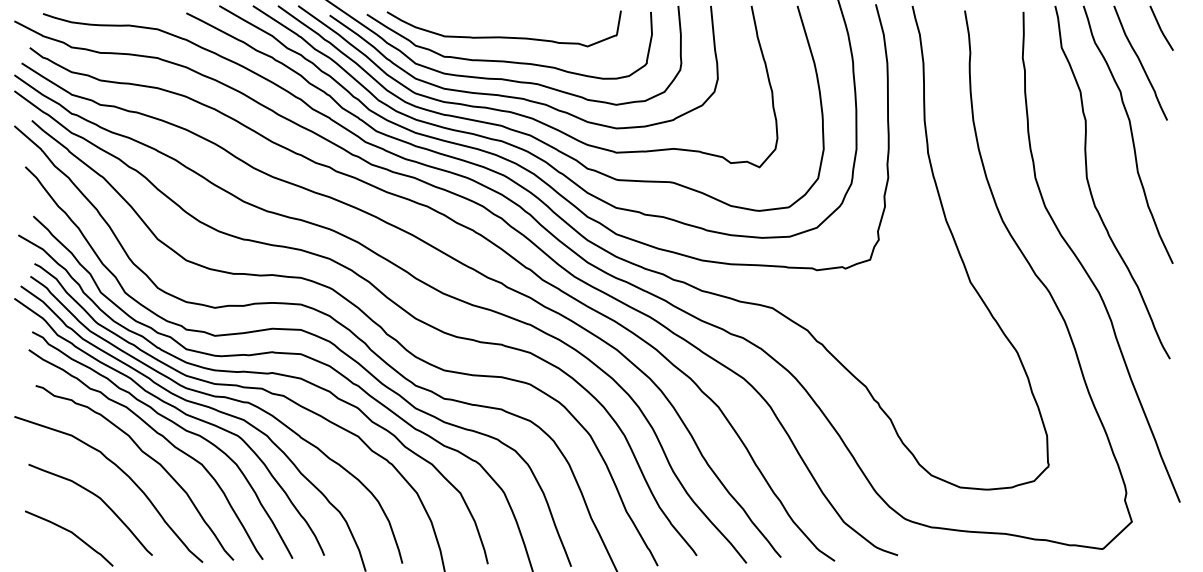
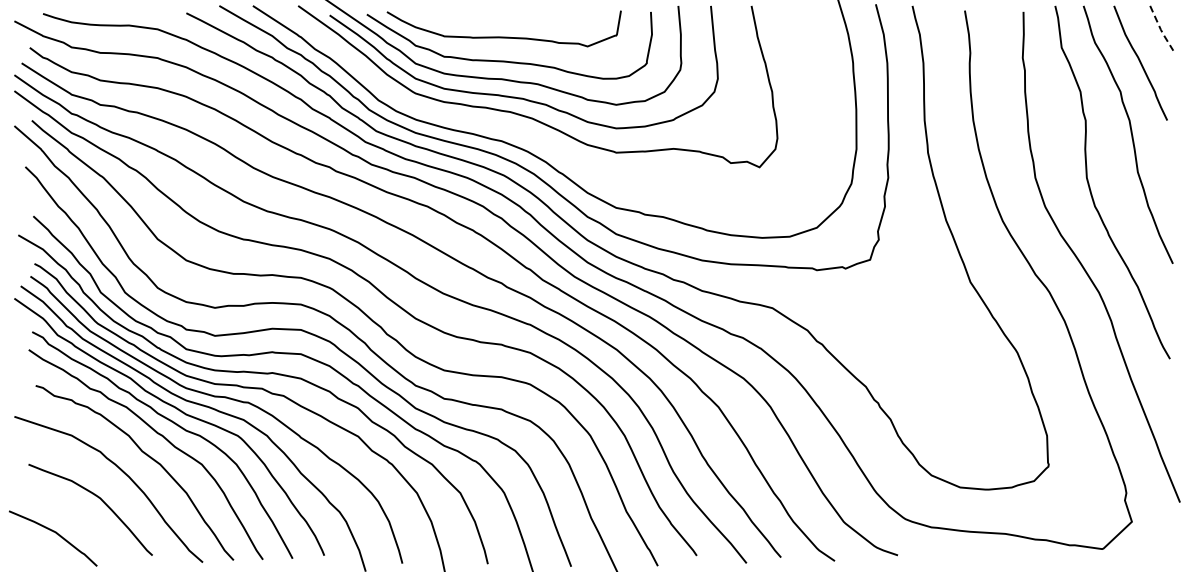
line at (1160, 29): solid -> dashed
curve at (536, 137): present -> none
curve at (72, 534) position: (72, 534) -> (56, 534)
